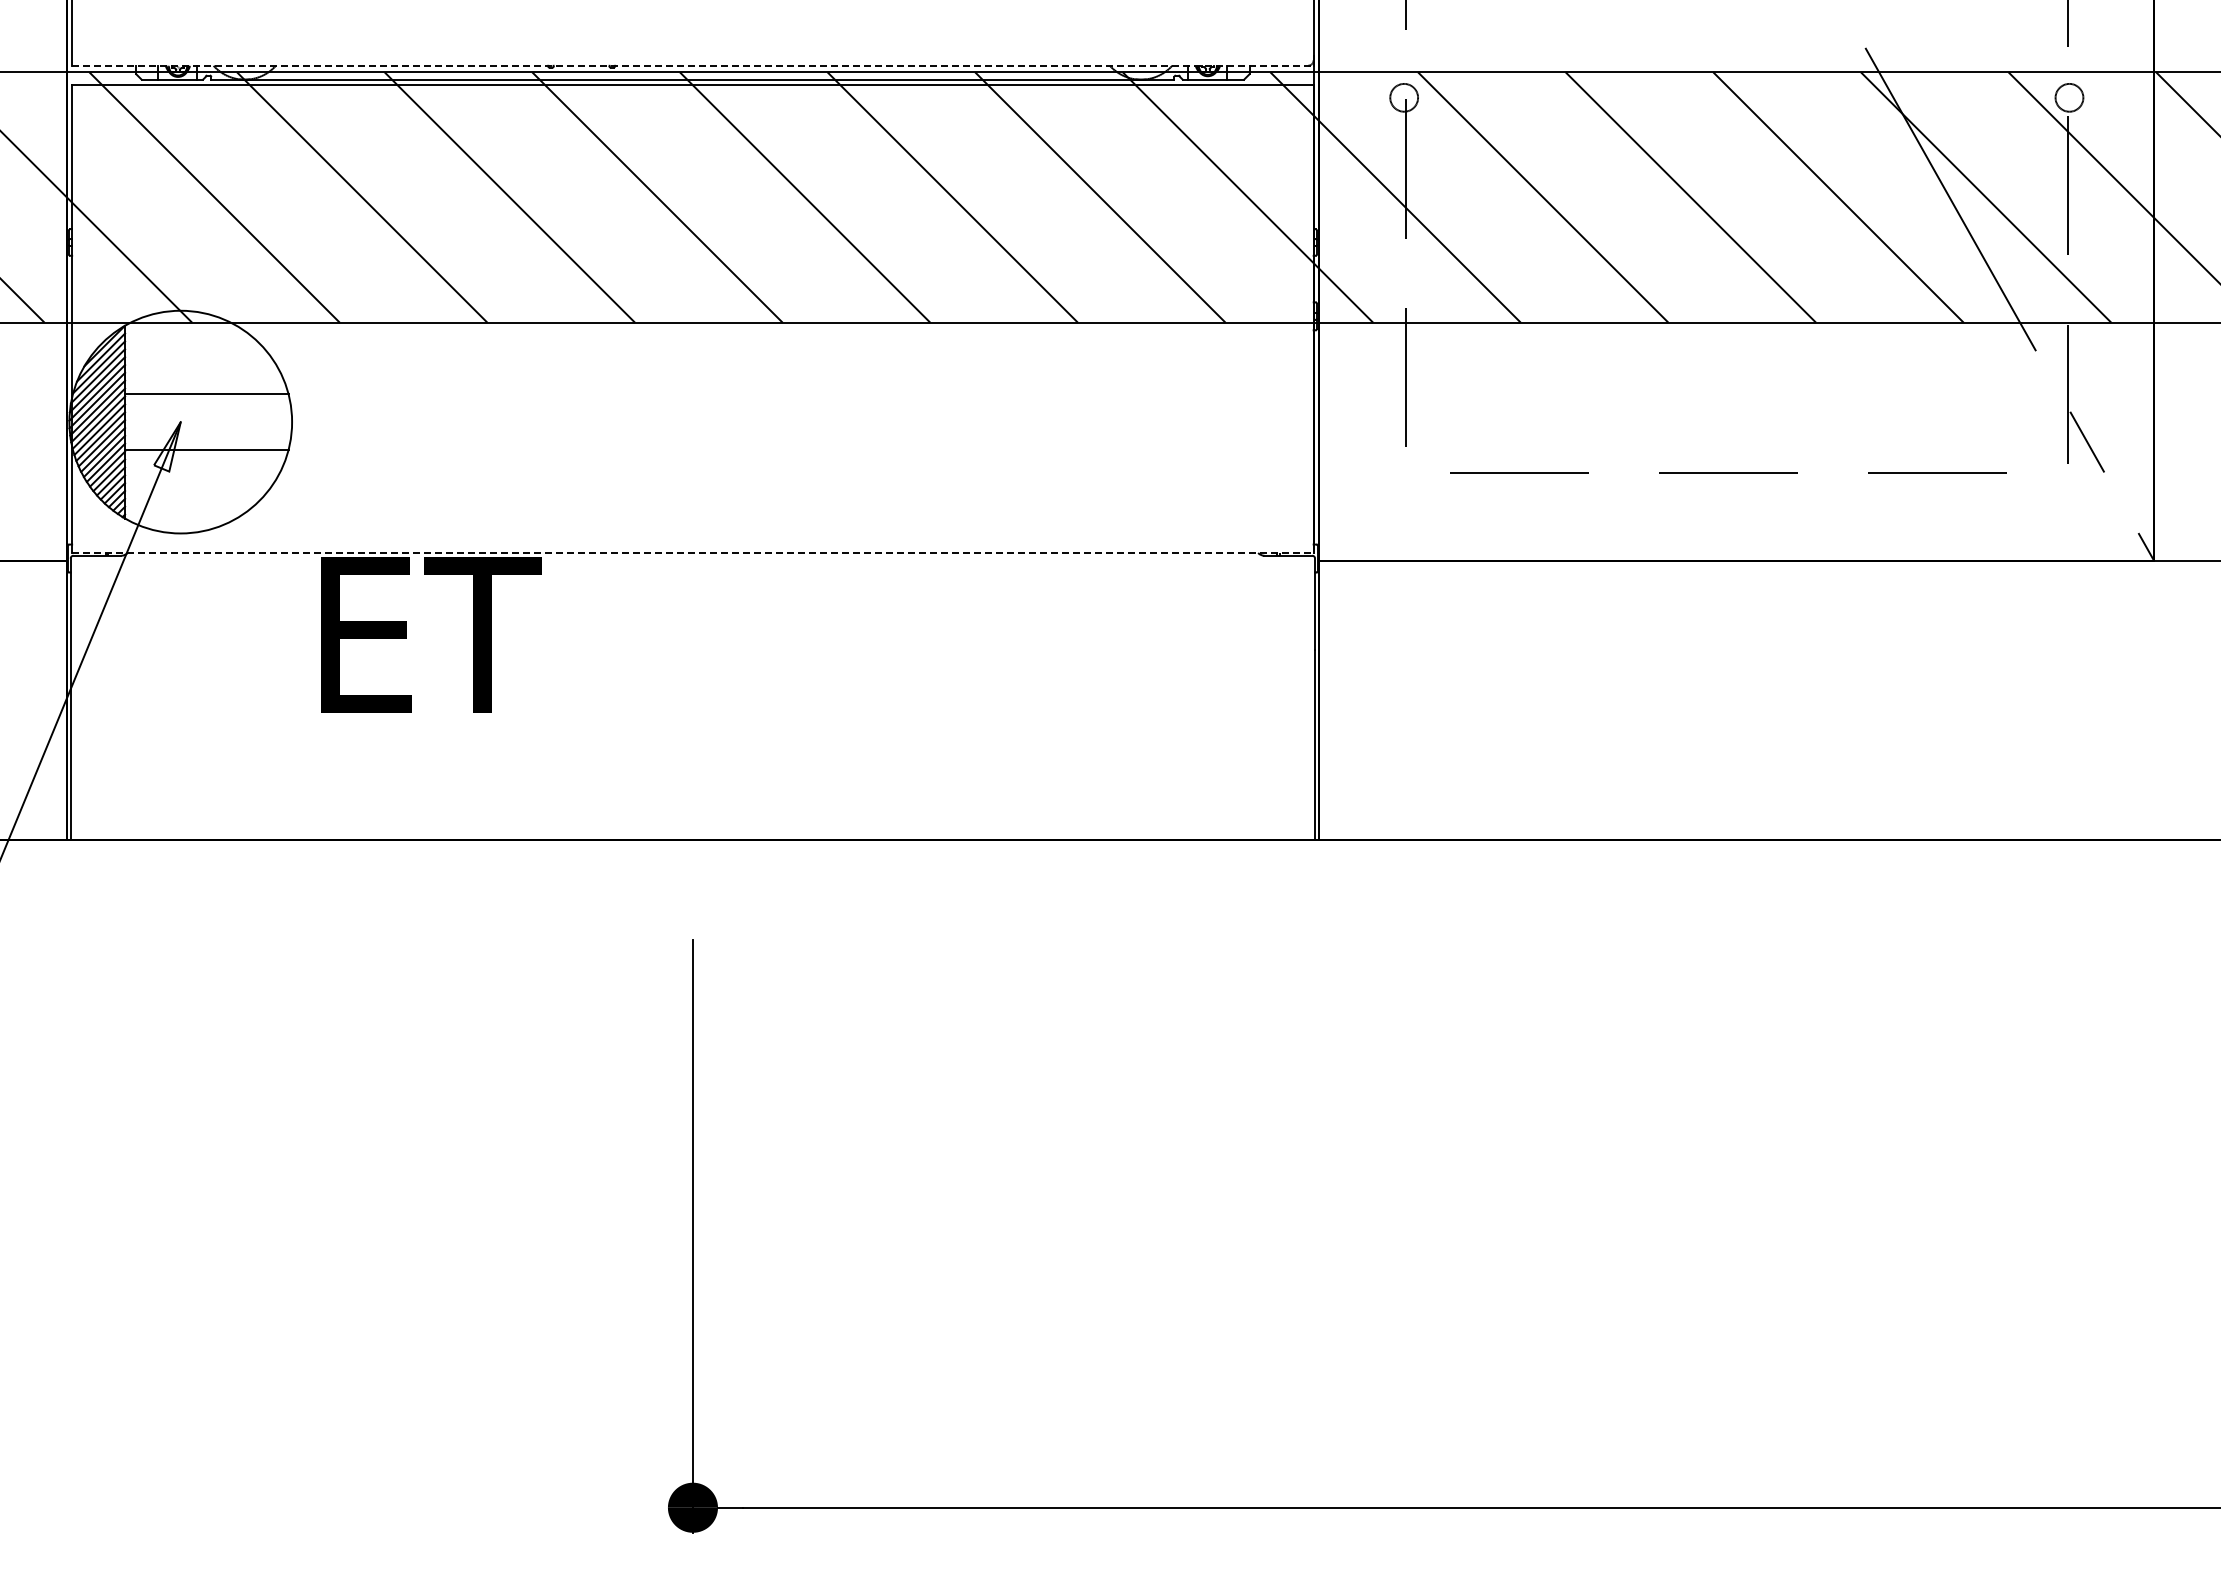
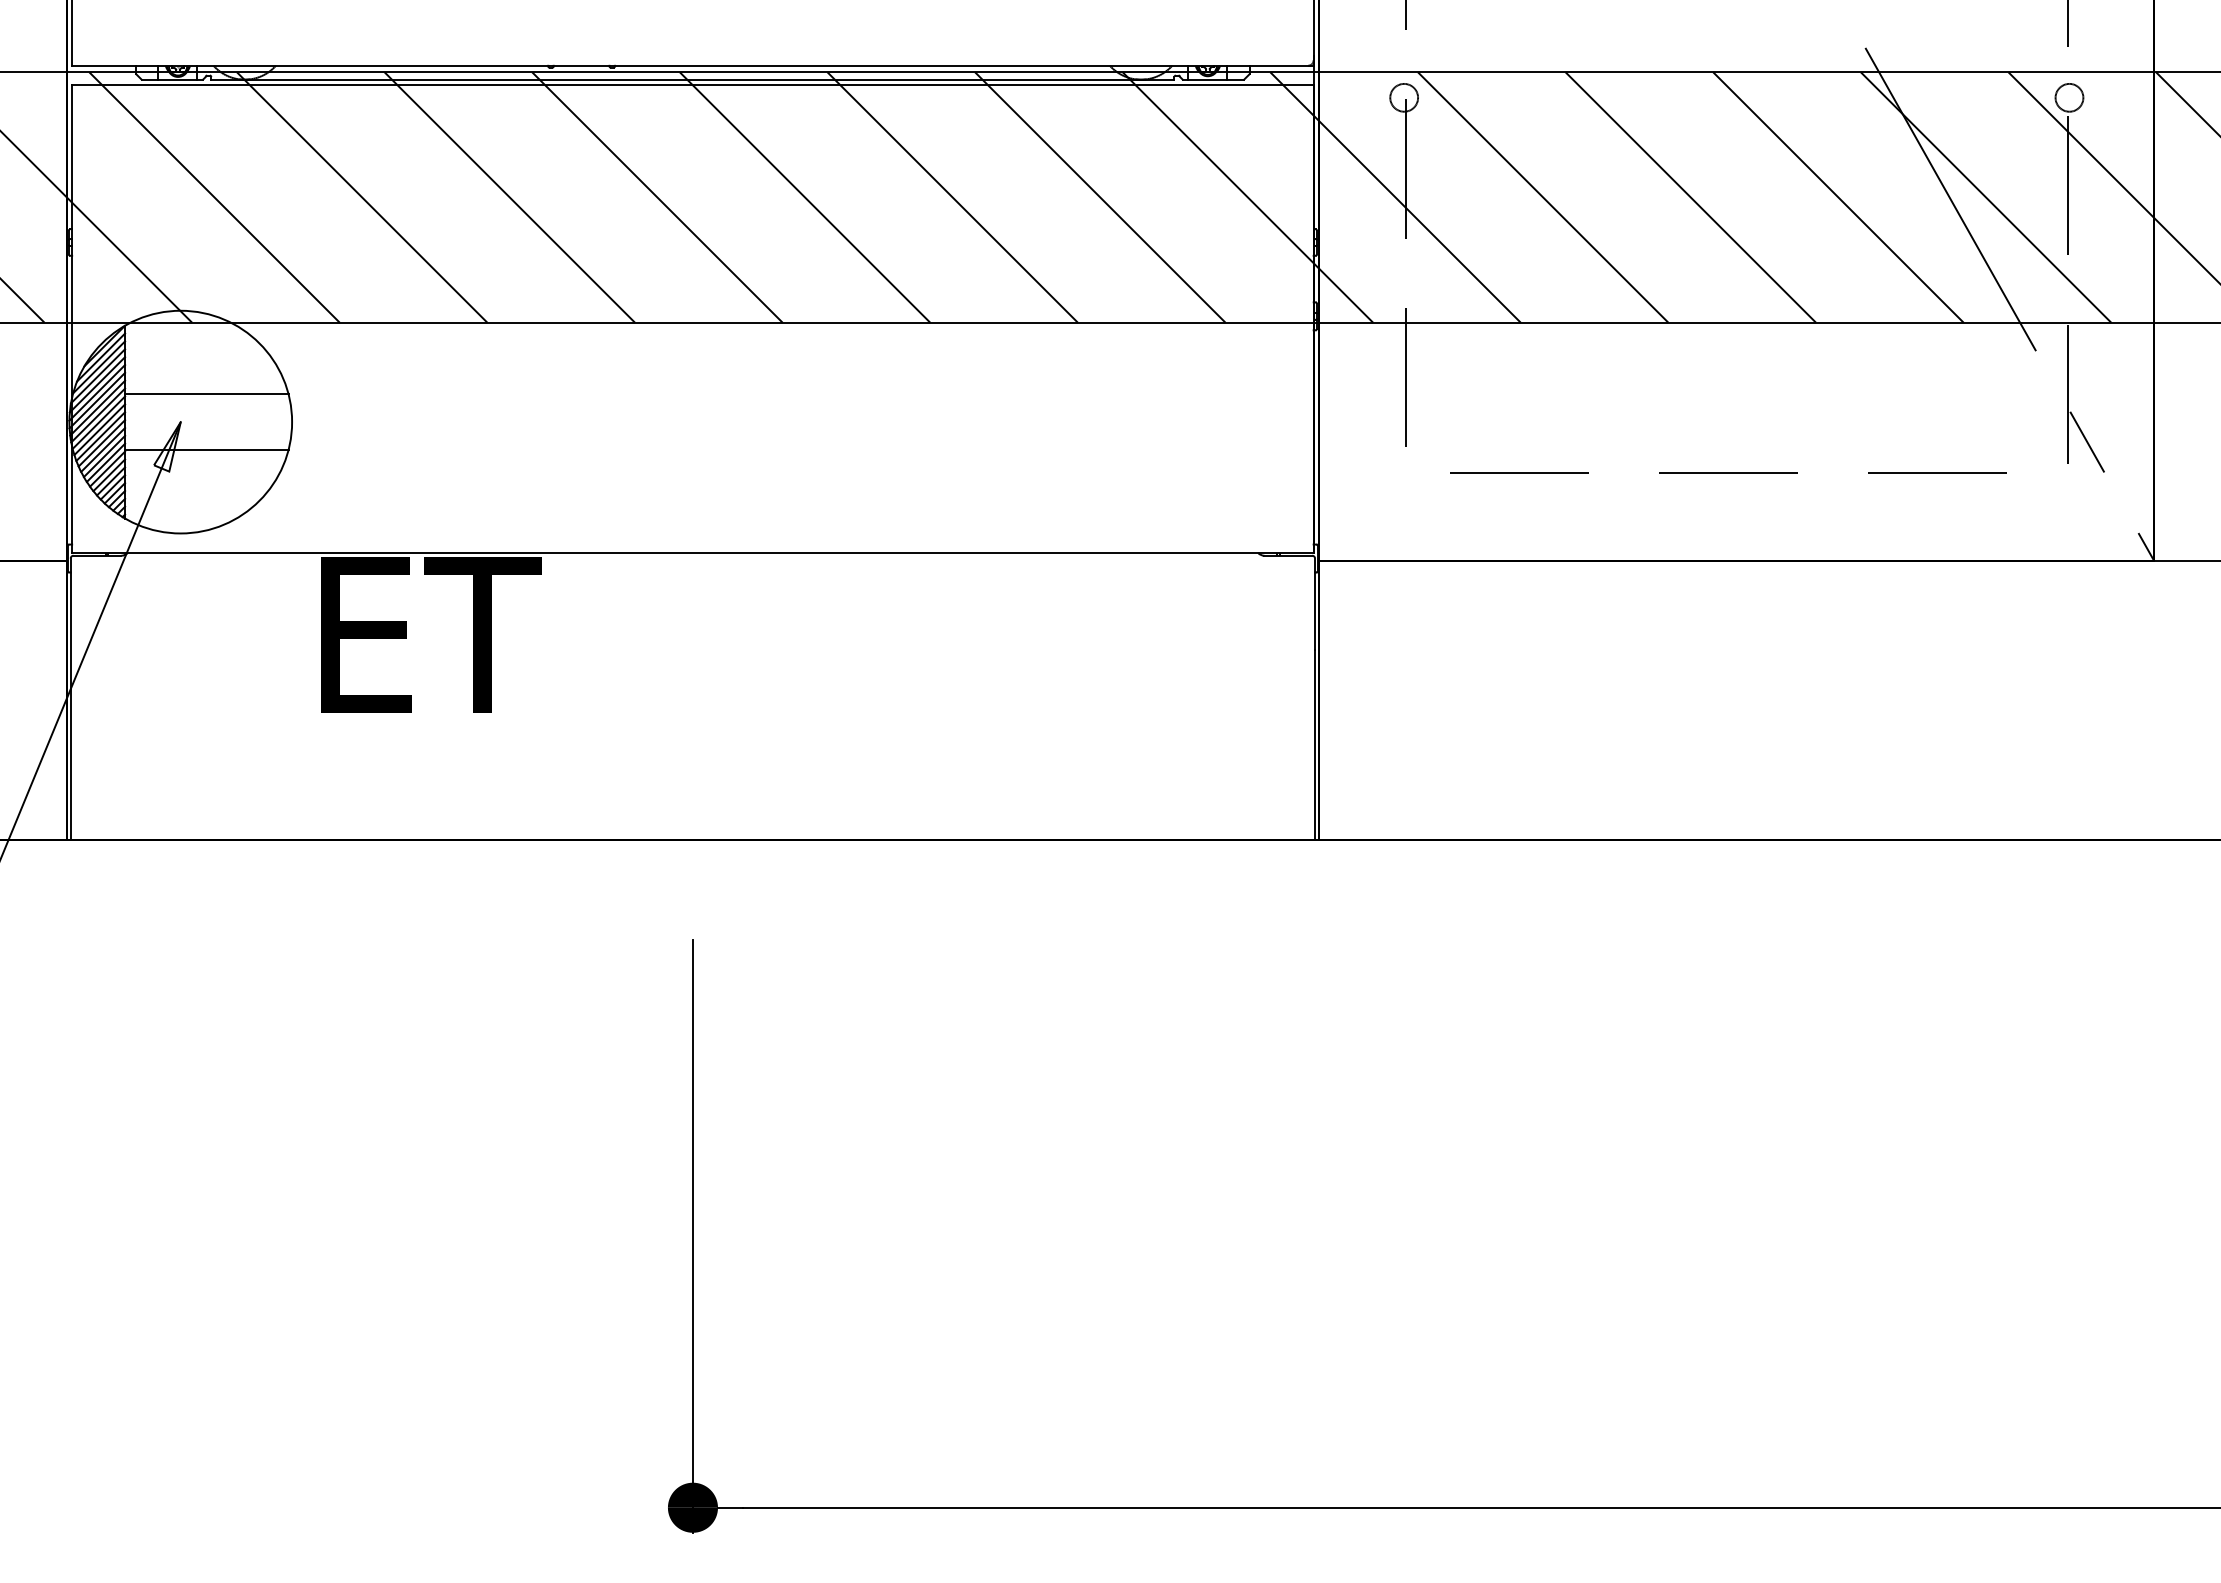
line at (692, 65): dashed -> solid
line at (692, 552): dashed -> solid
